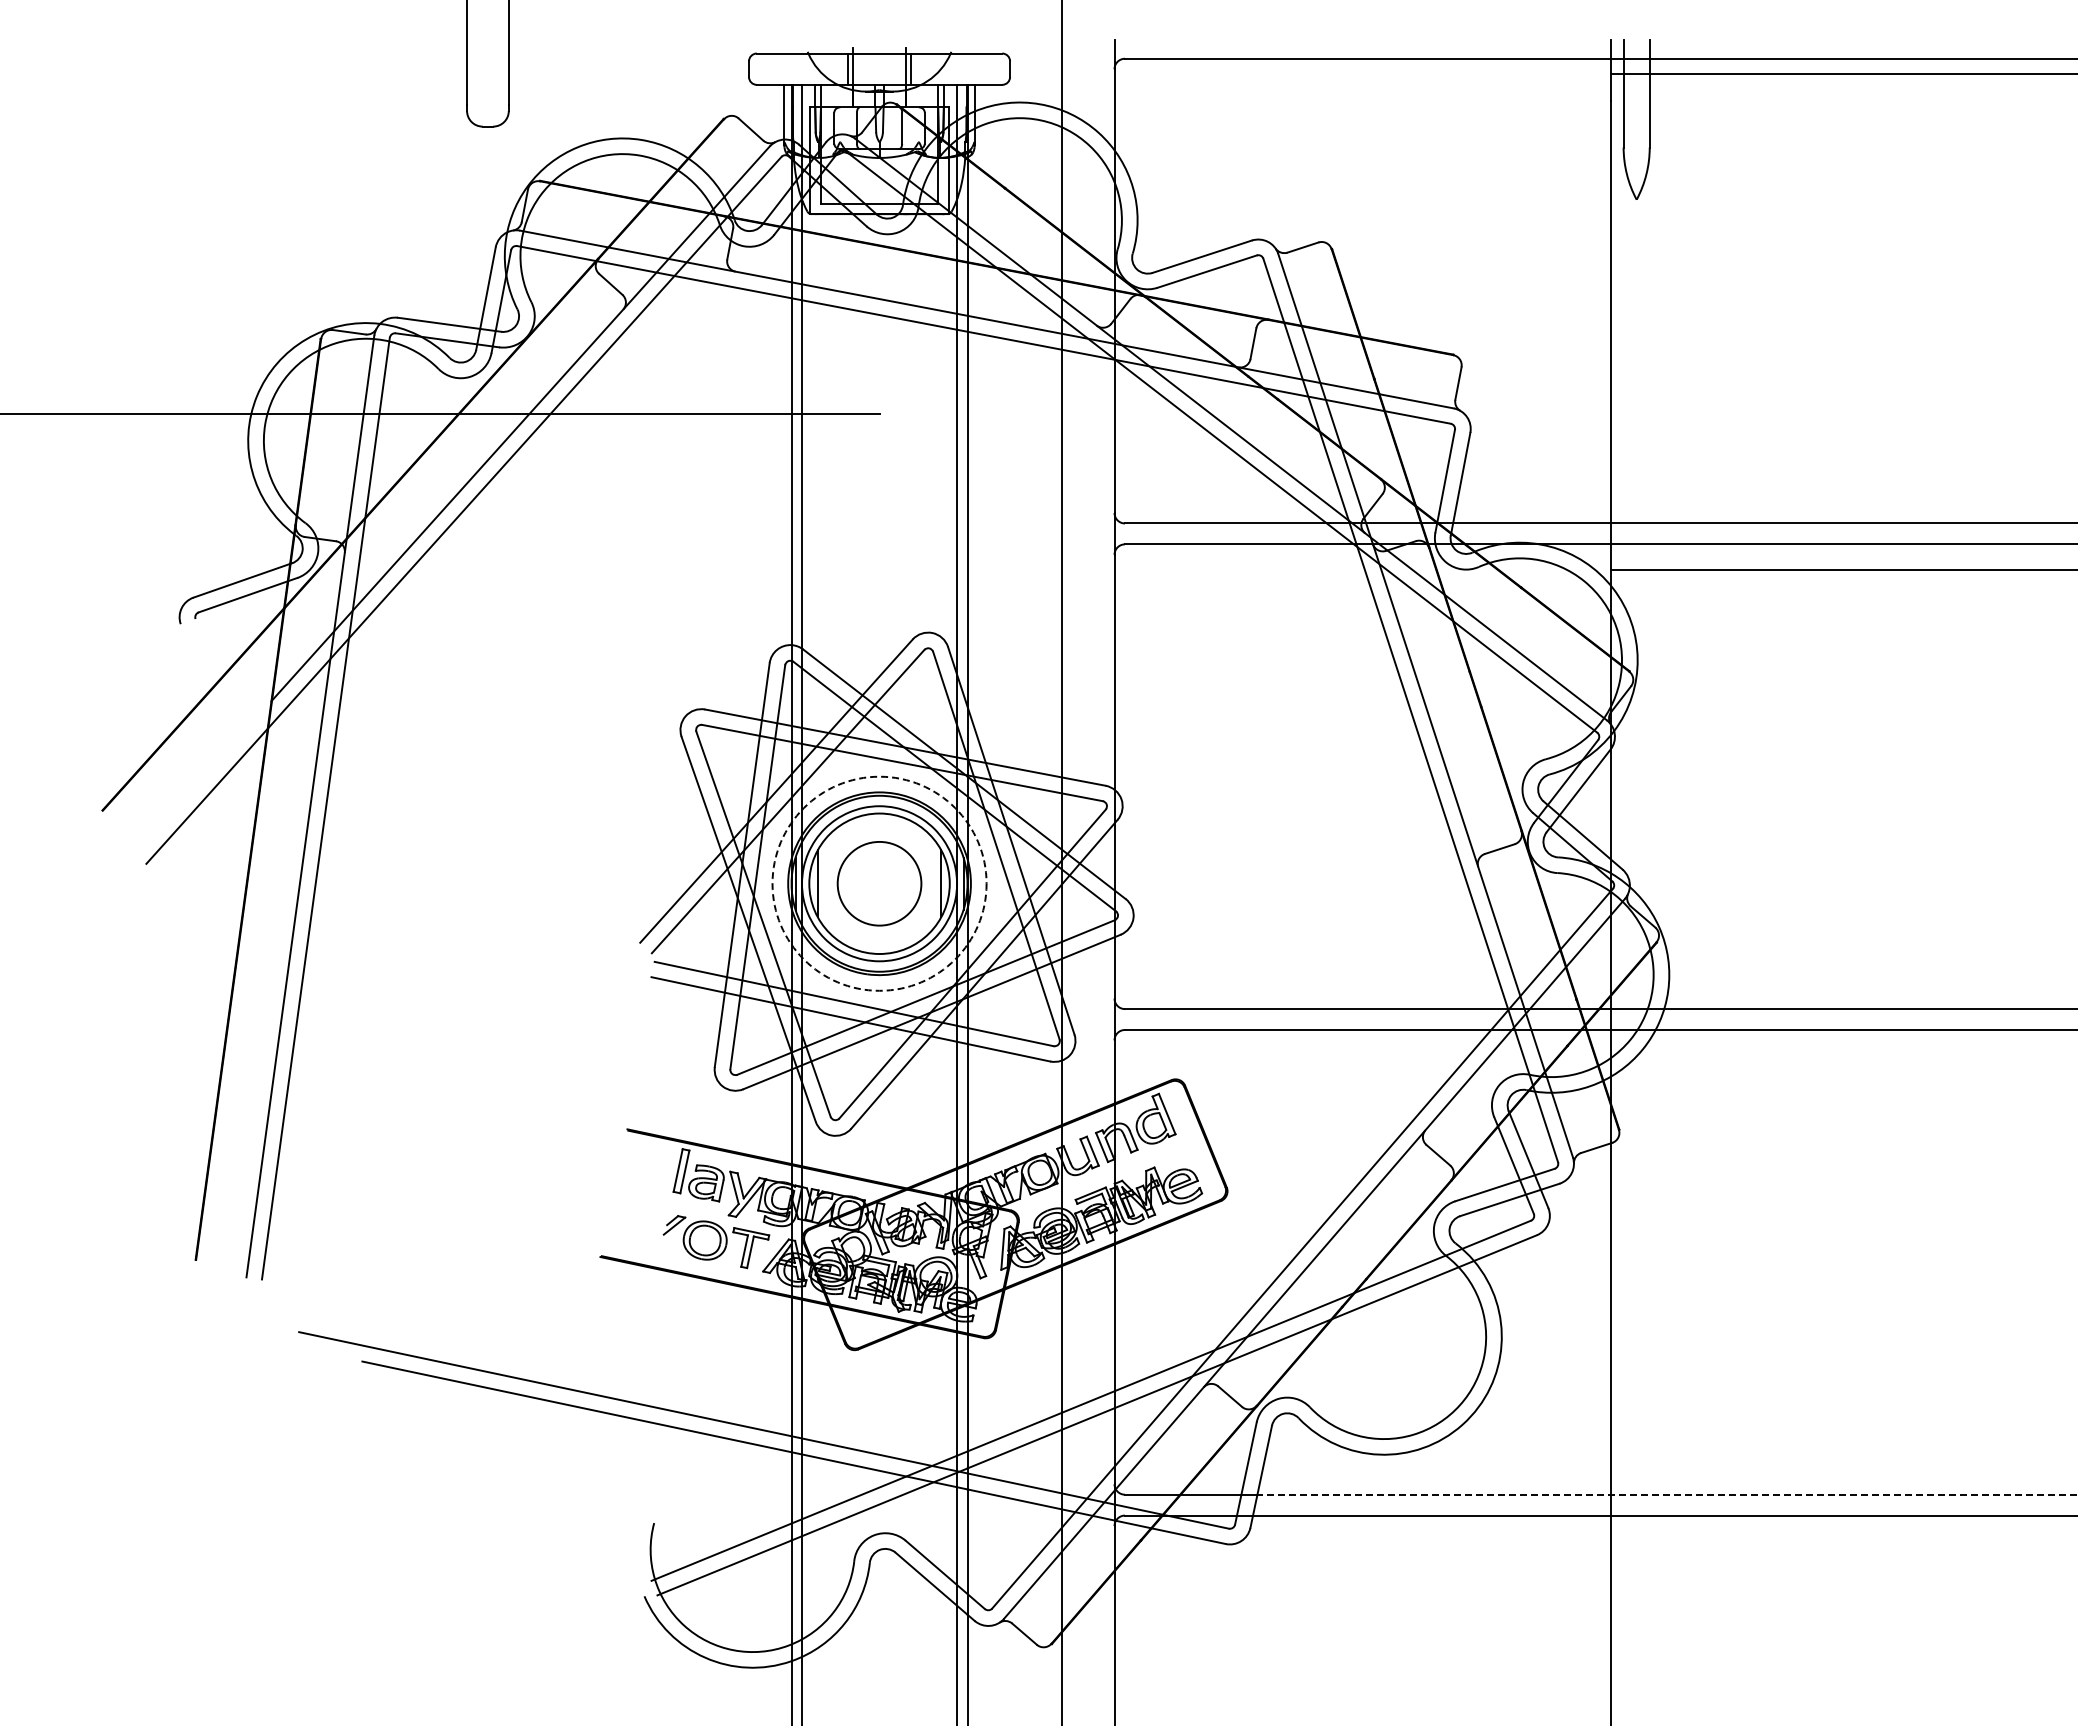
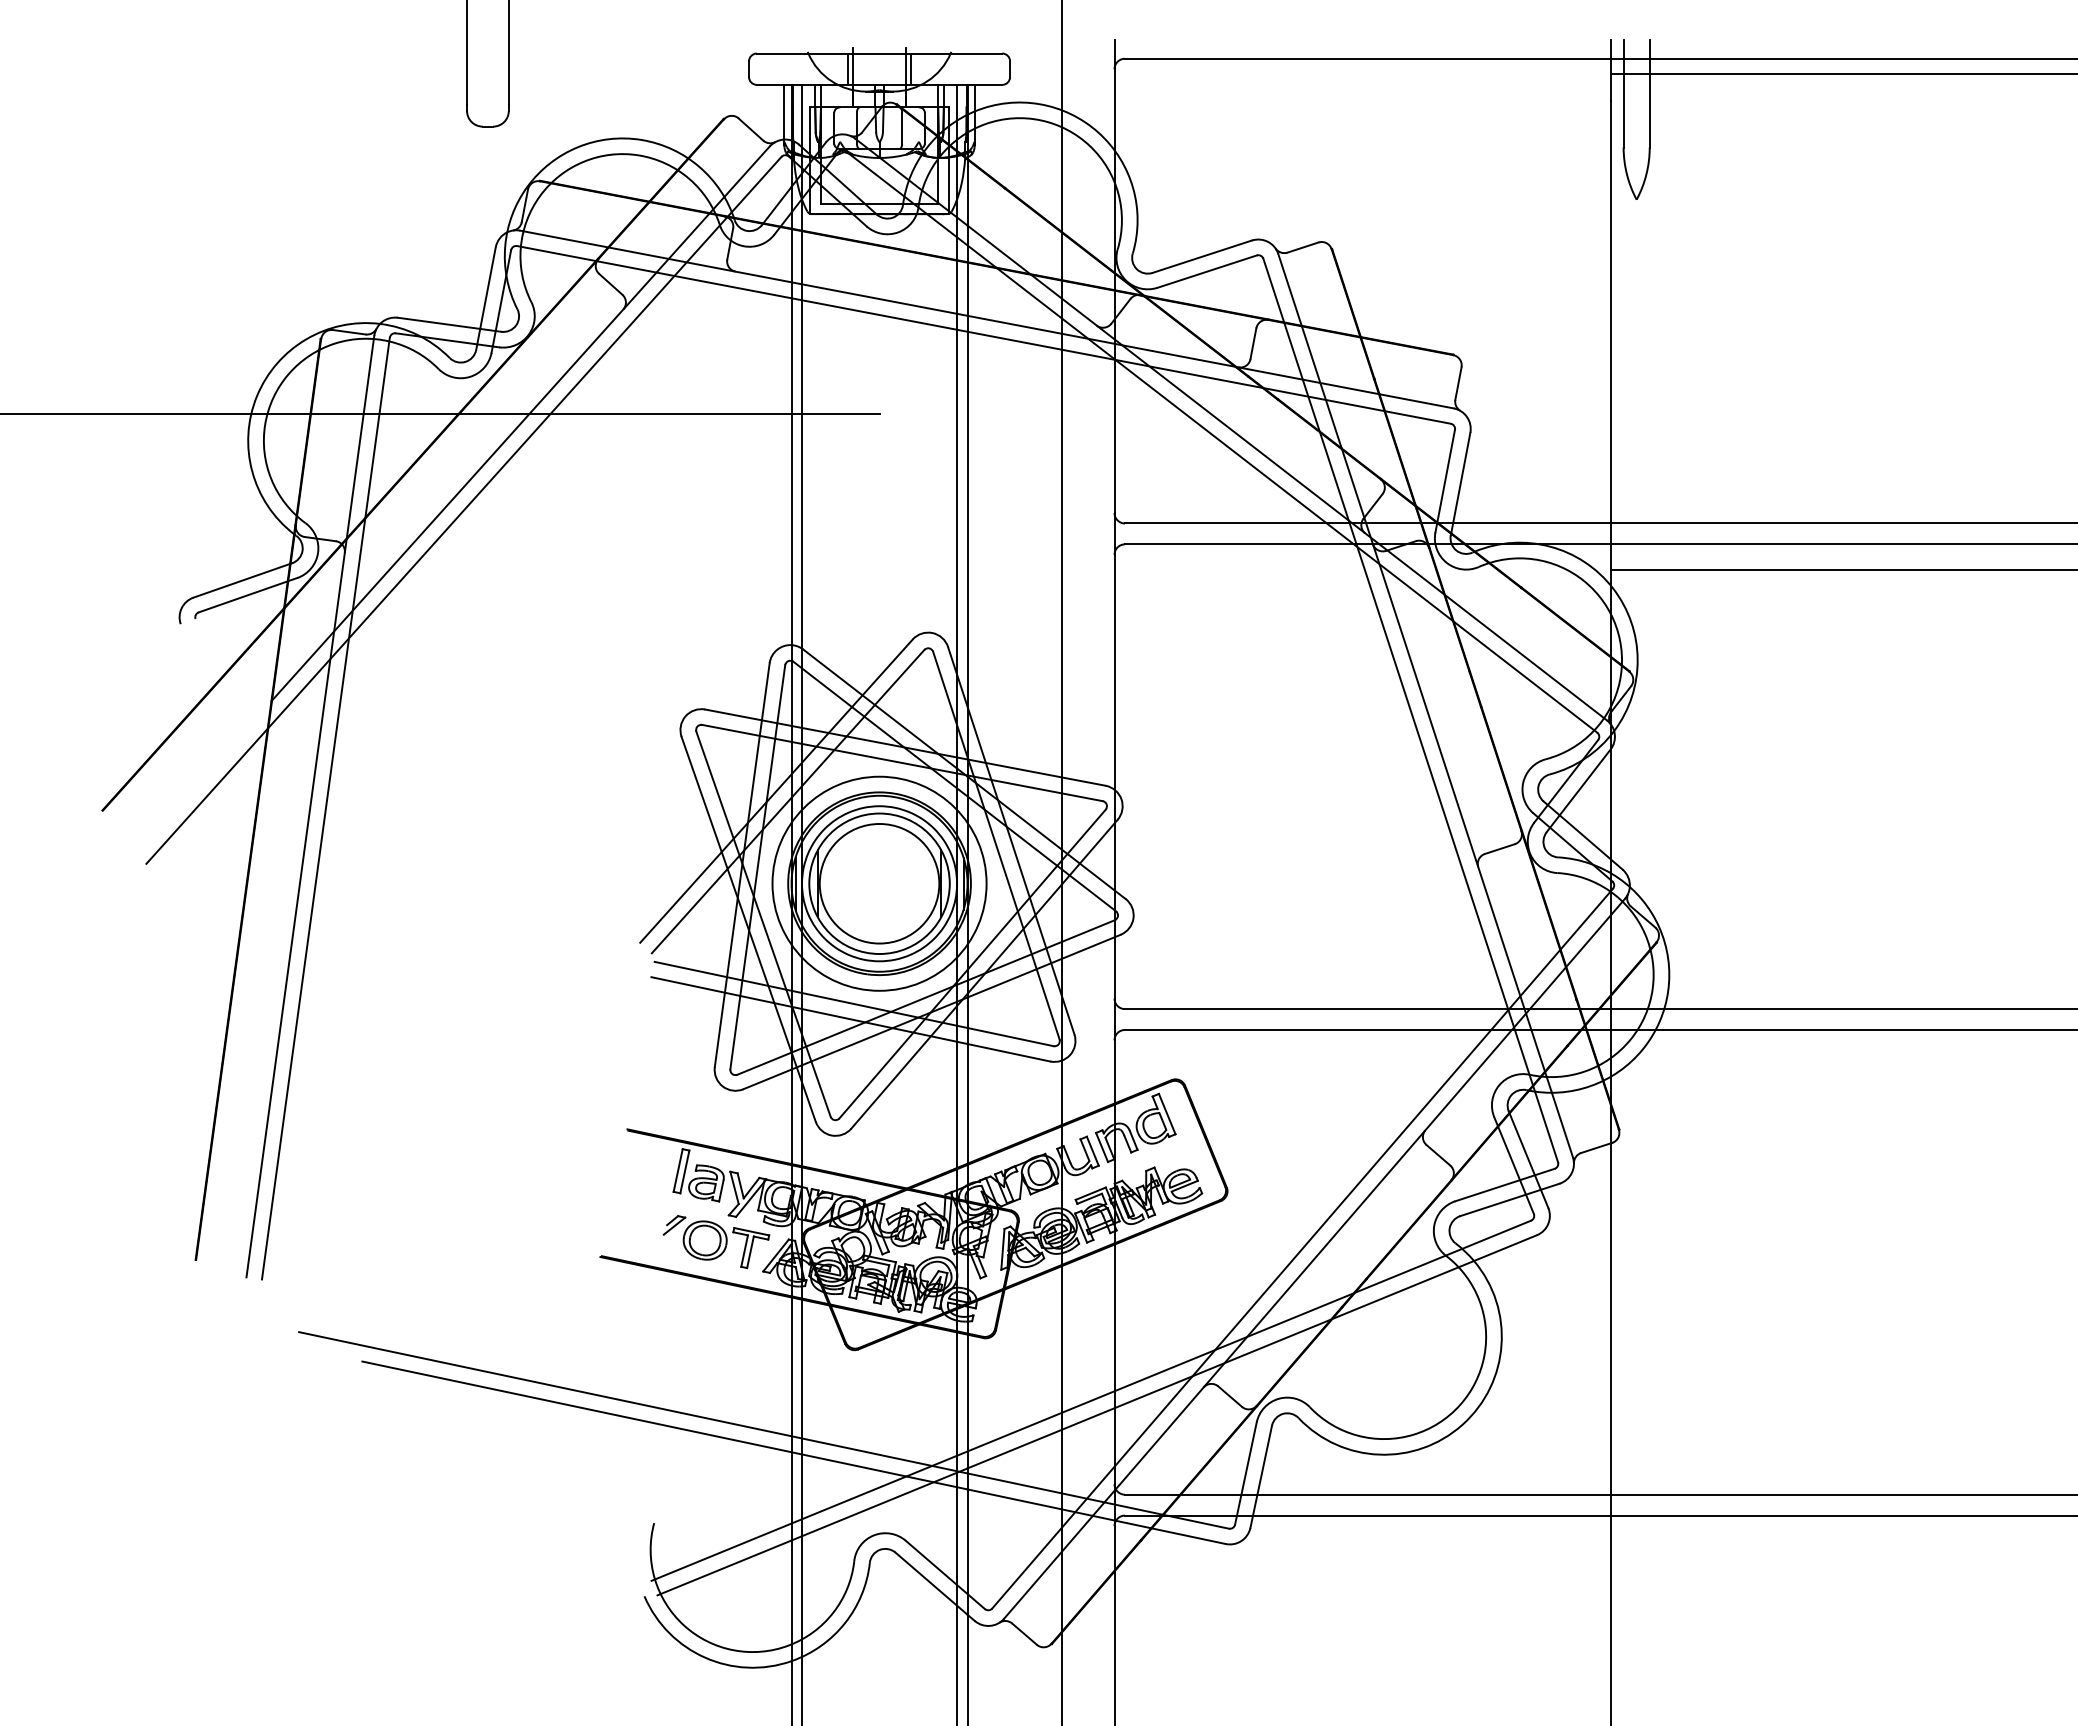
circle at (879, 883) diameter: 84 px -> 120 px
circle at (879, 883): dashed -> solid
line at (1667, 1494): dashed -> solid
